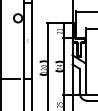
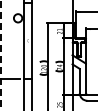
line at (1, 55): solid -> dashed
